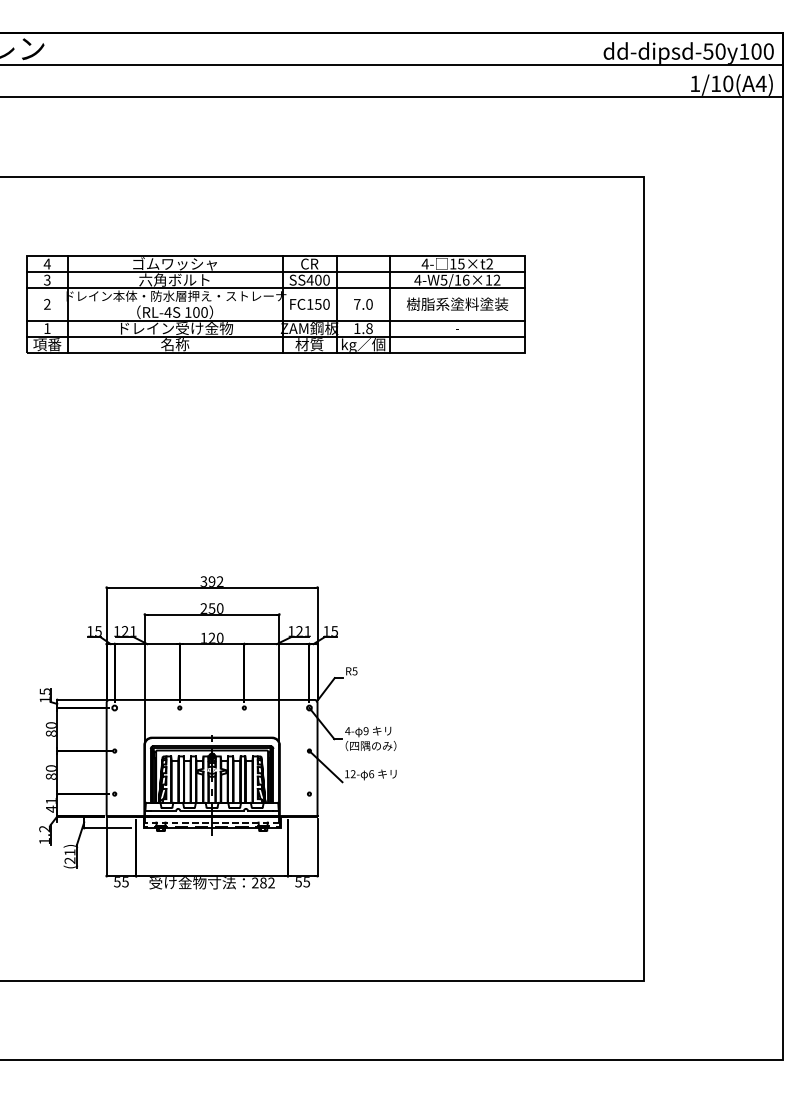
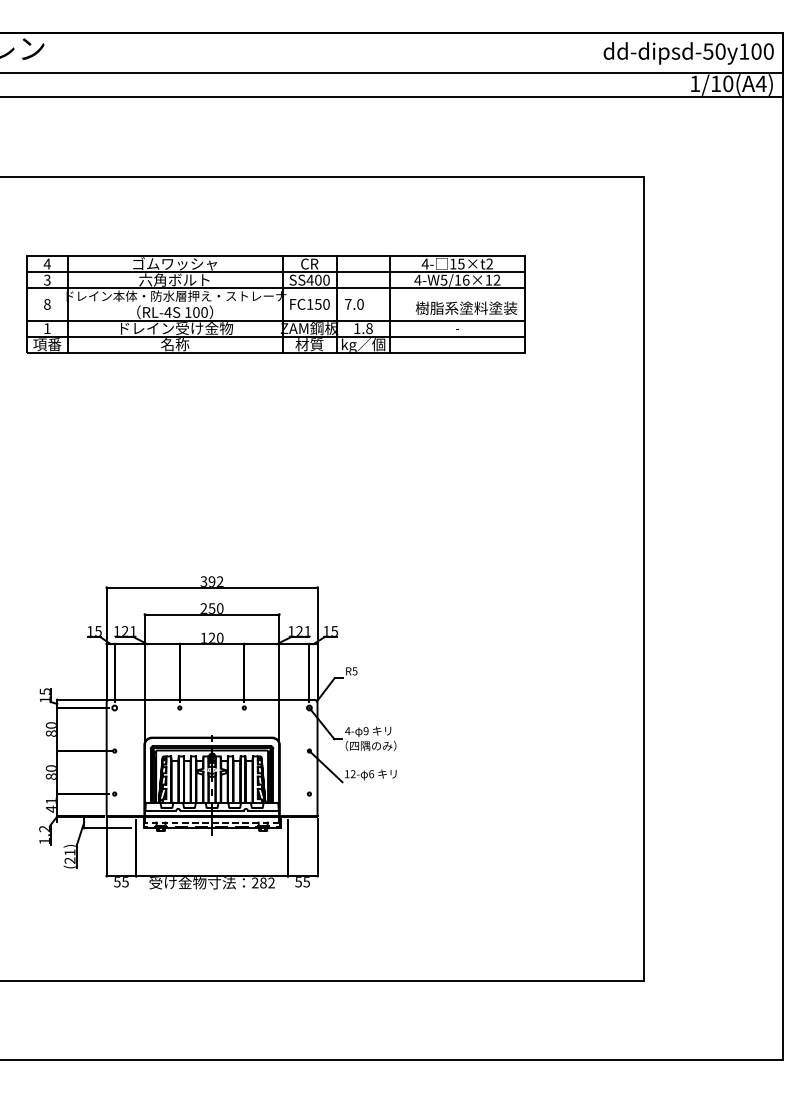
line at (392, 65) position: (392, 65) -> (392, 73)
text at (363, 303) position: (363, 303) -> (354, 303)
text at (457, 303) position: (457, 303) -> (466, 307)
text at (47, 304): 2 -> 8
